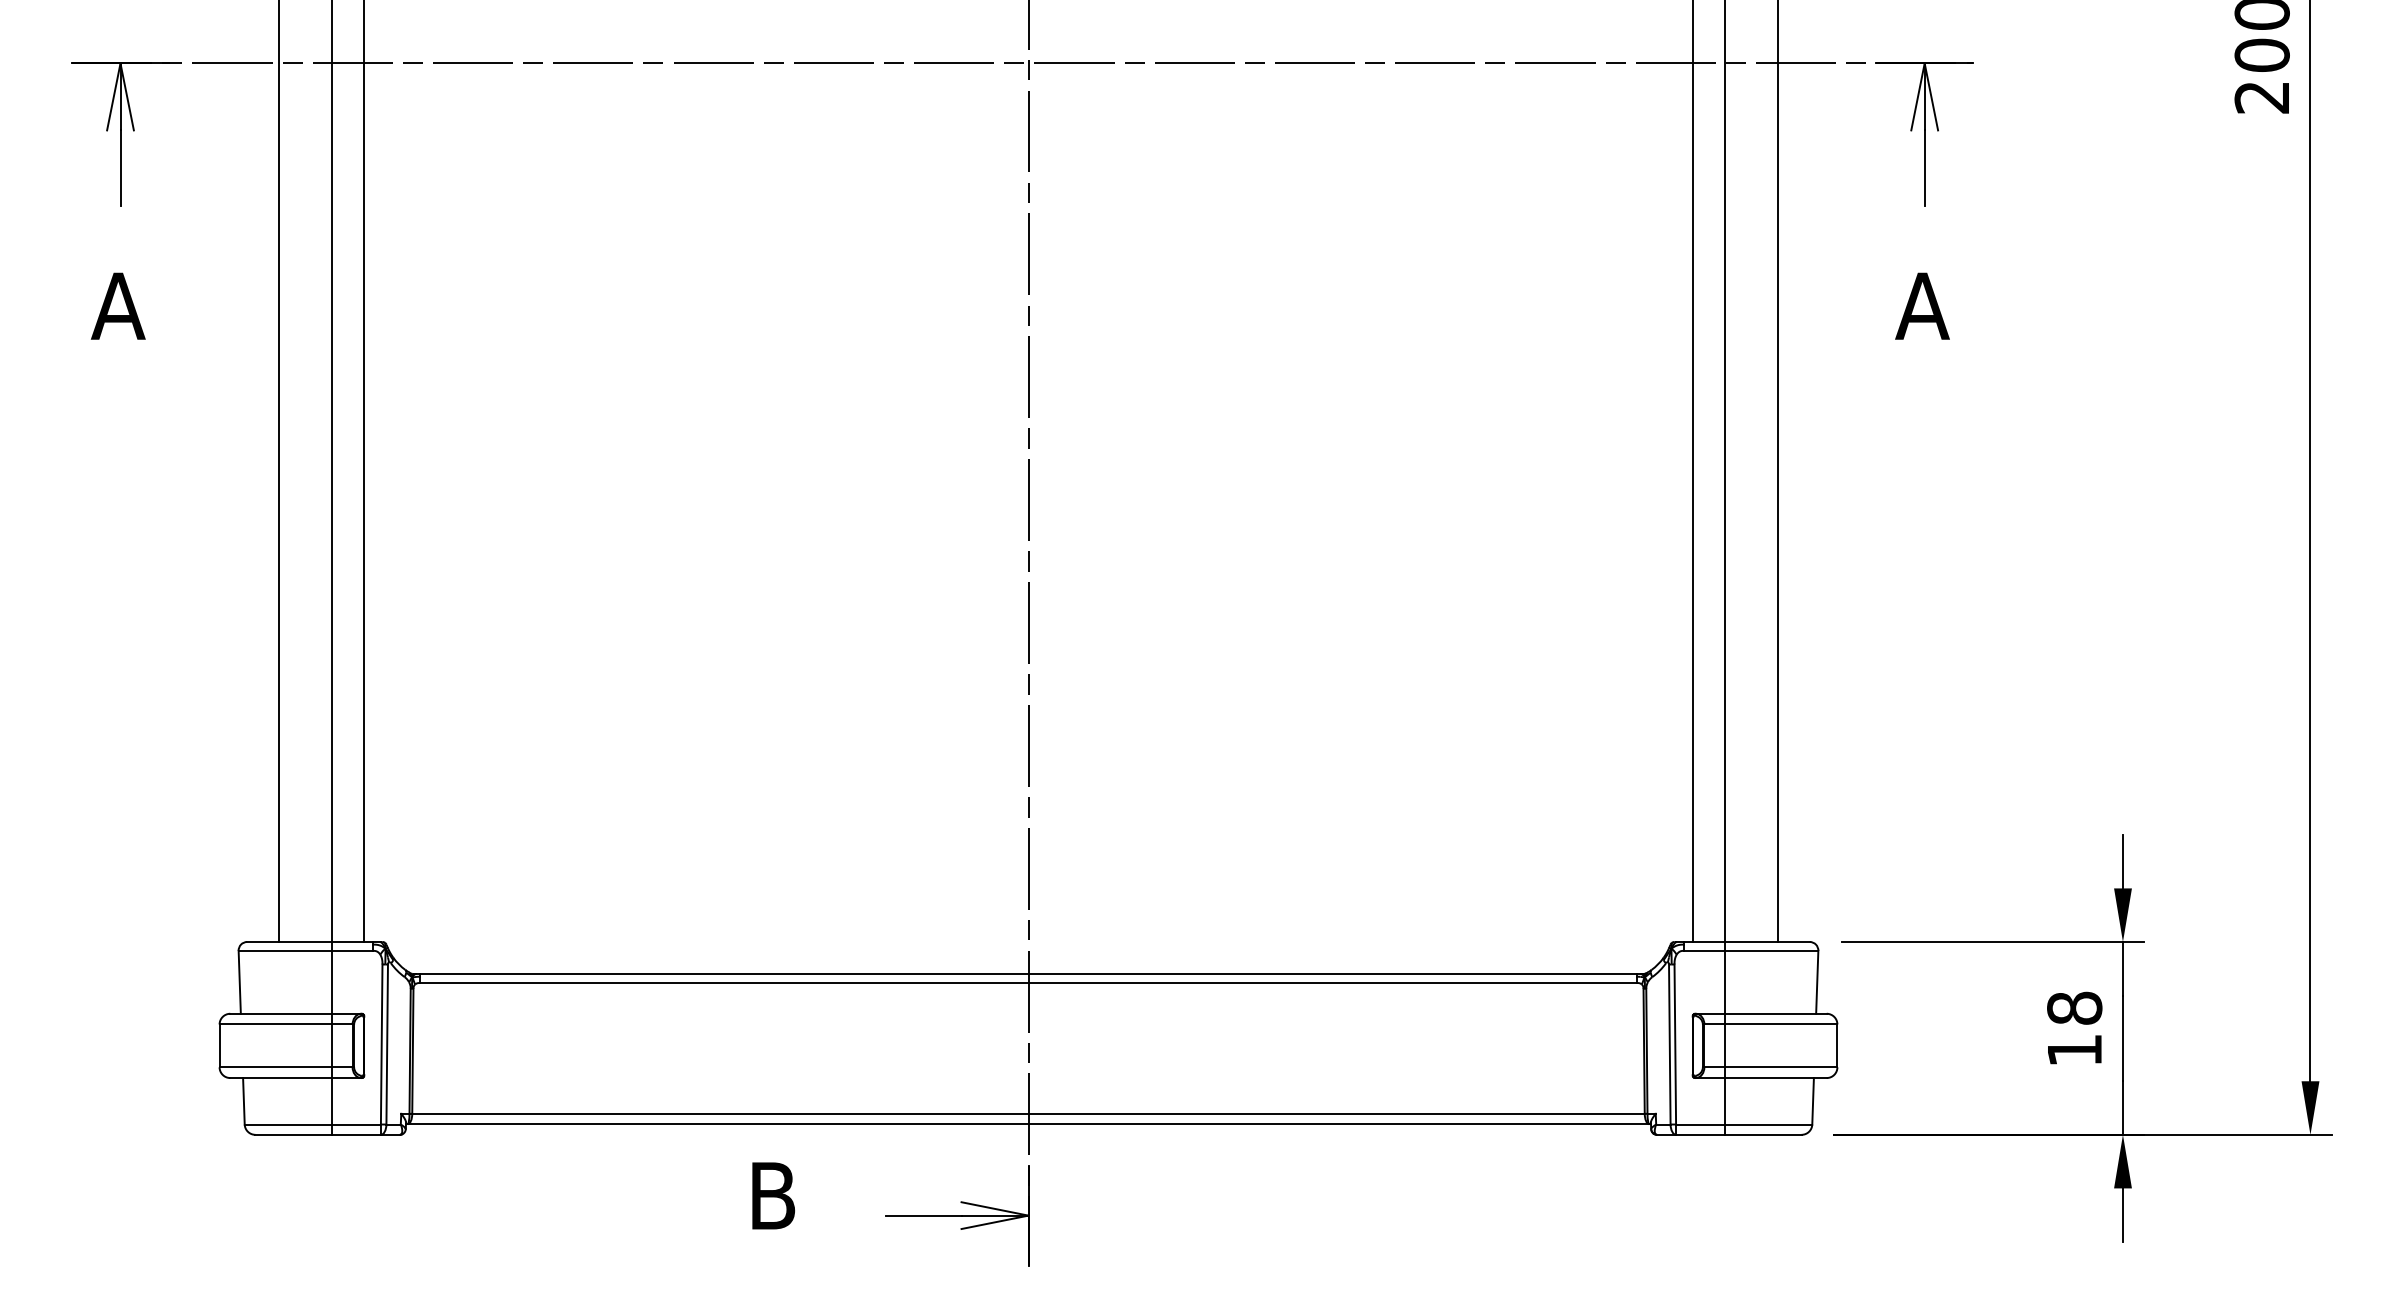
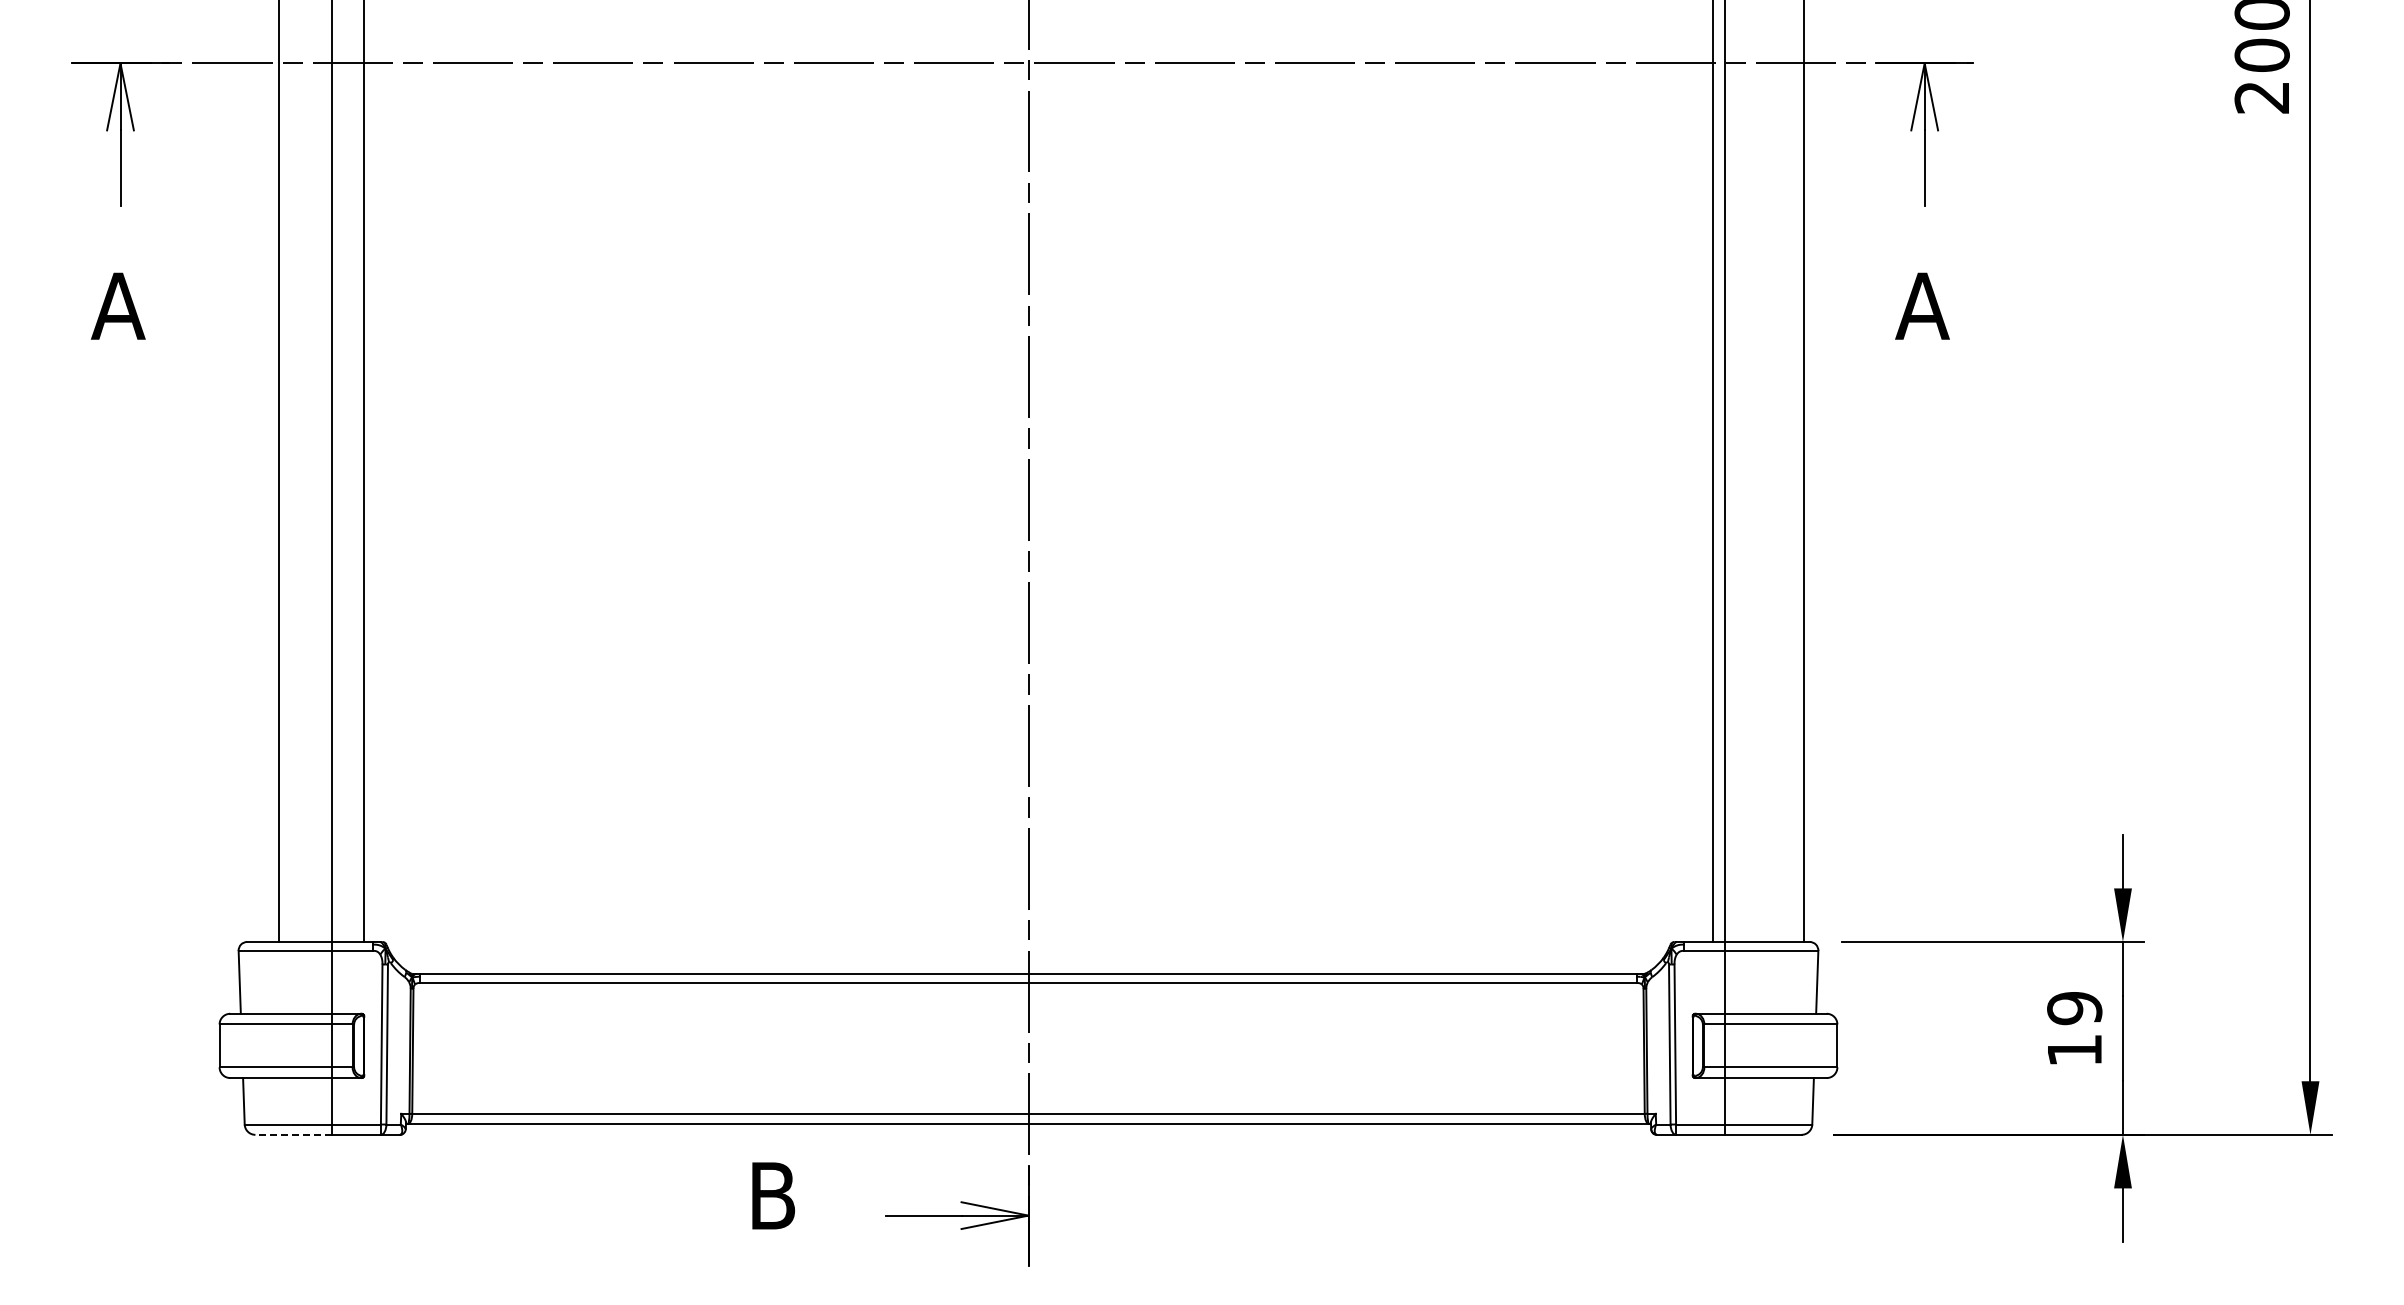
line at (1692, 471) position: (1692, 471) -> (1712, 471)
line at (1778, 471) position: (1778, 471) -> (1804, 471)
text at (2074, 1008): 18 -> 19
line at (293, 1134): solid -> dashed
